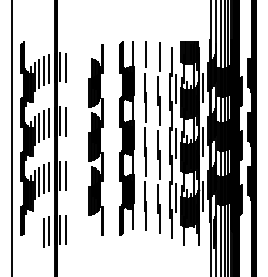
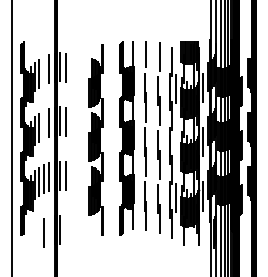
line at (43, 70): present -> none
line at (43, 124): present -> none
line at (176, 143): present -> none
line at (65, 230): present -> none
line at (49, 231): present -> none
